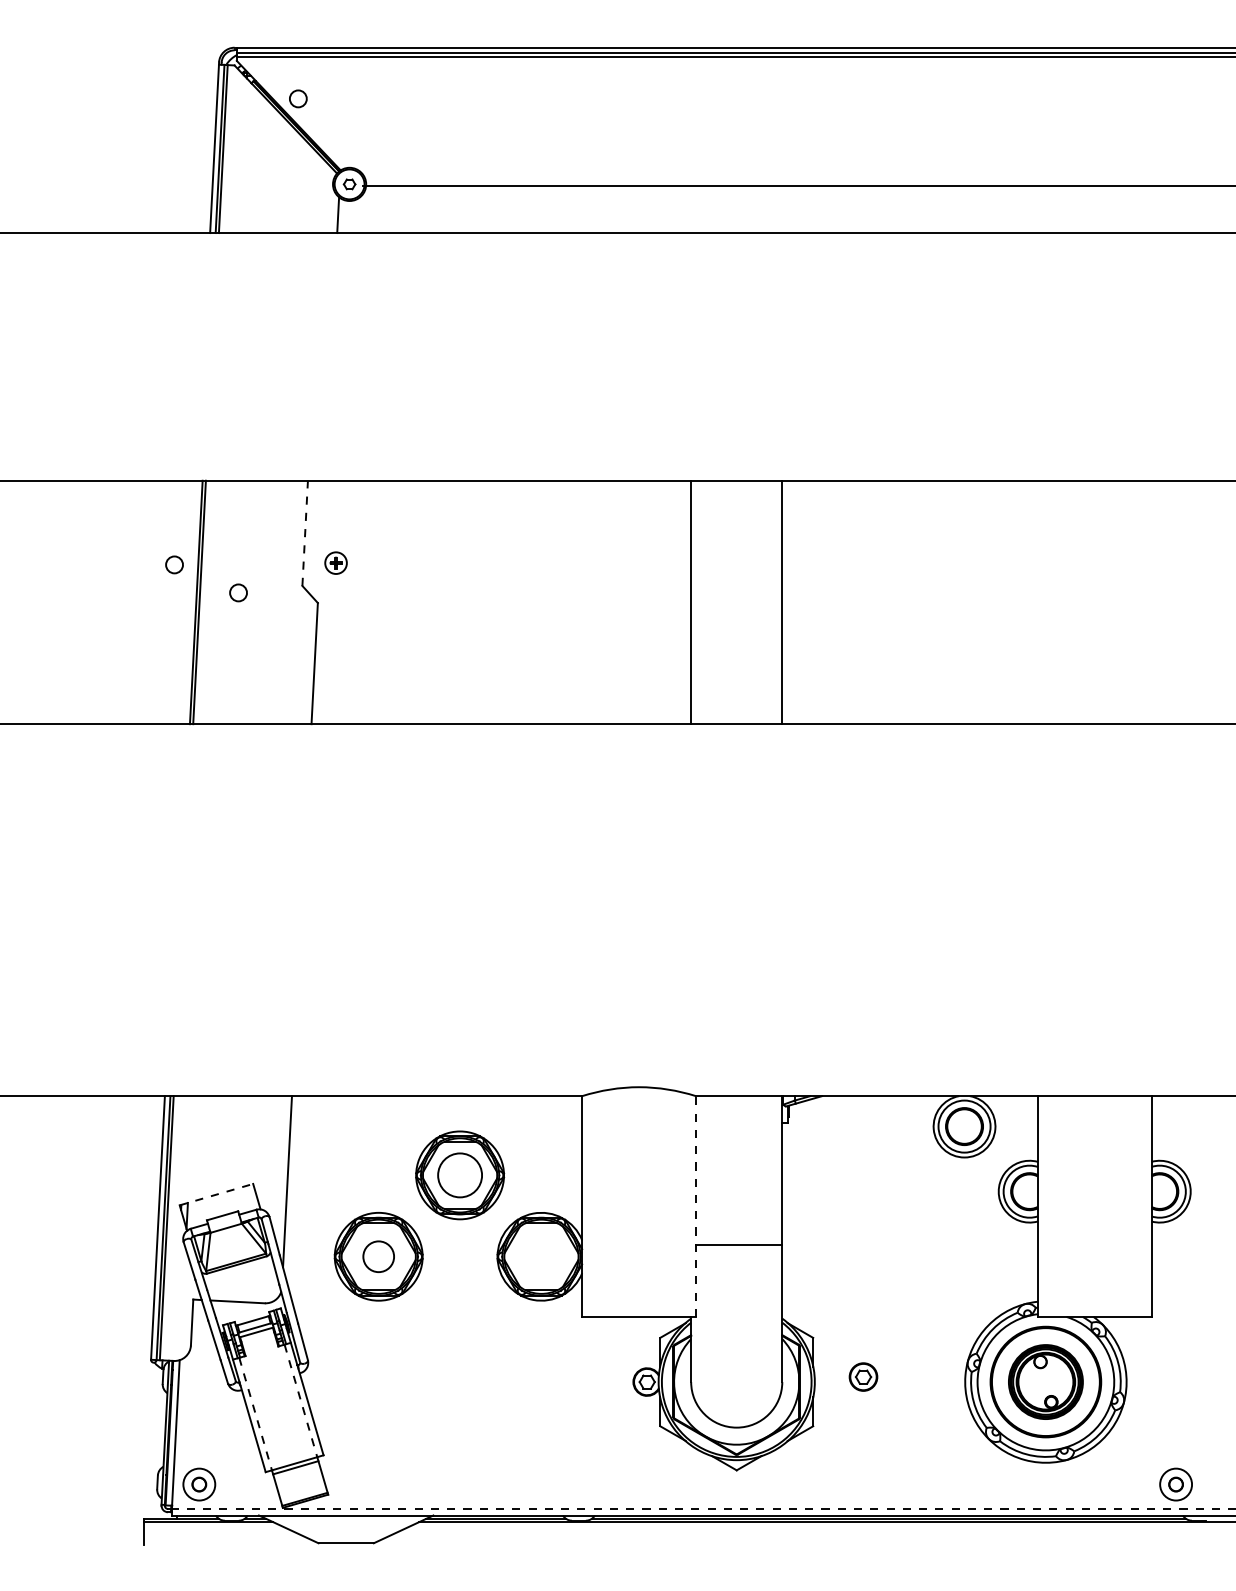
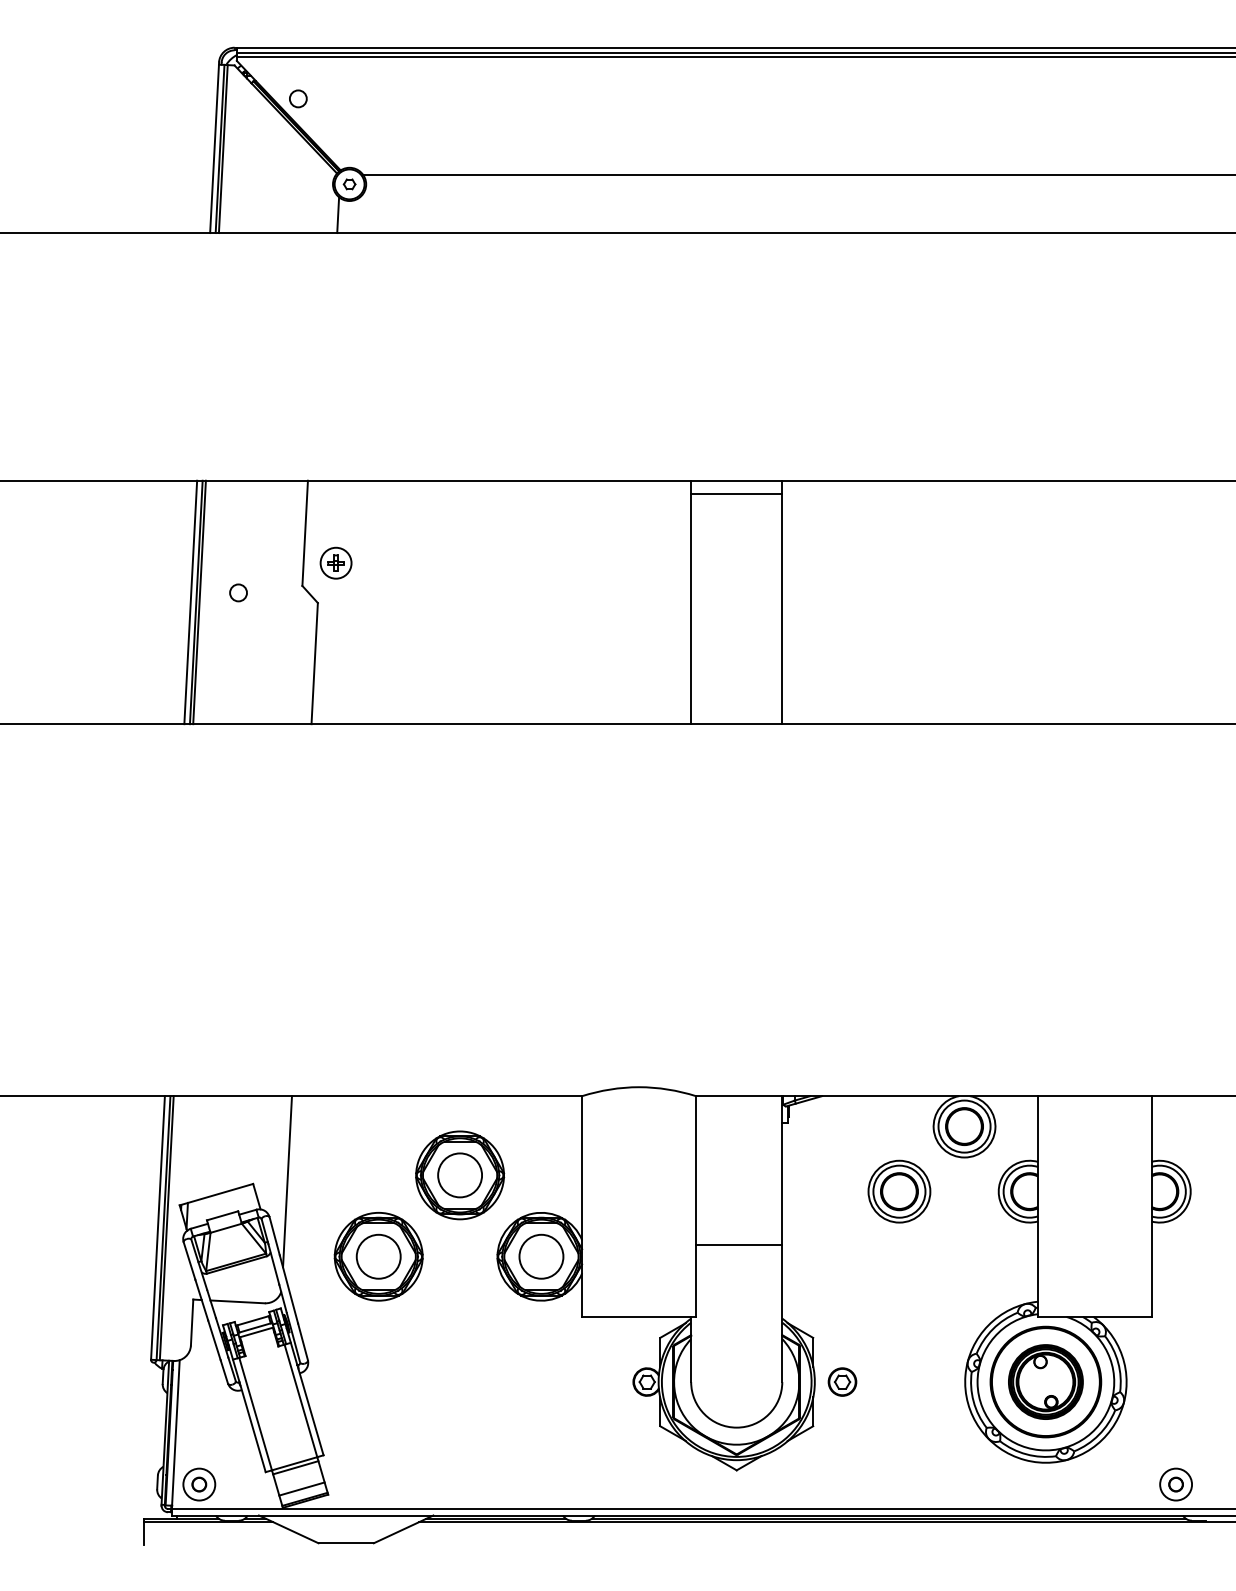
line at (797, 185) position: (797, 185) -> (797, 174)
line at (736, 493): none -> present
line at (305, 533): dashed -> solid
part at (335, 562) size: 24x24 px -> 34x34 px
circle at (174, 564): present -> none
line at (190, 602): none -> present
part at (899, 1191): none -> present
line at (216, 1194): dashed -> solid
line at (696, 1206): dashed -> solid
circle at (378, 1256) diameter: 31 px -> 44 px
circle at (541, 1256): none -> present
part at (863, 1376) position: (863, 1376) -> (842, 1381)
line at (300, 1400): dashed -> solid
line at (255, 1414): dashed -> solid
line at (301, 1488): none -> present
line at (703, 1509): dashed -> solid
